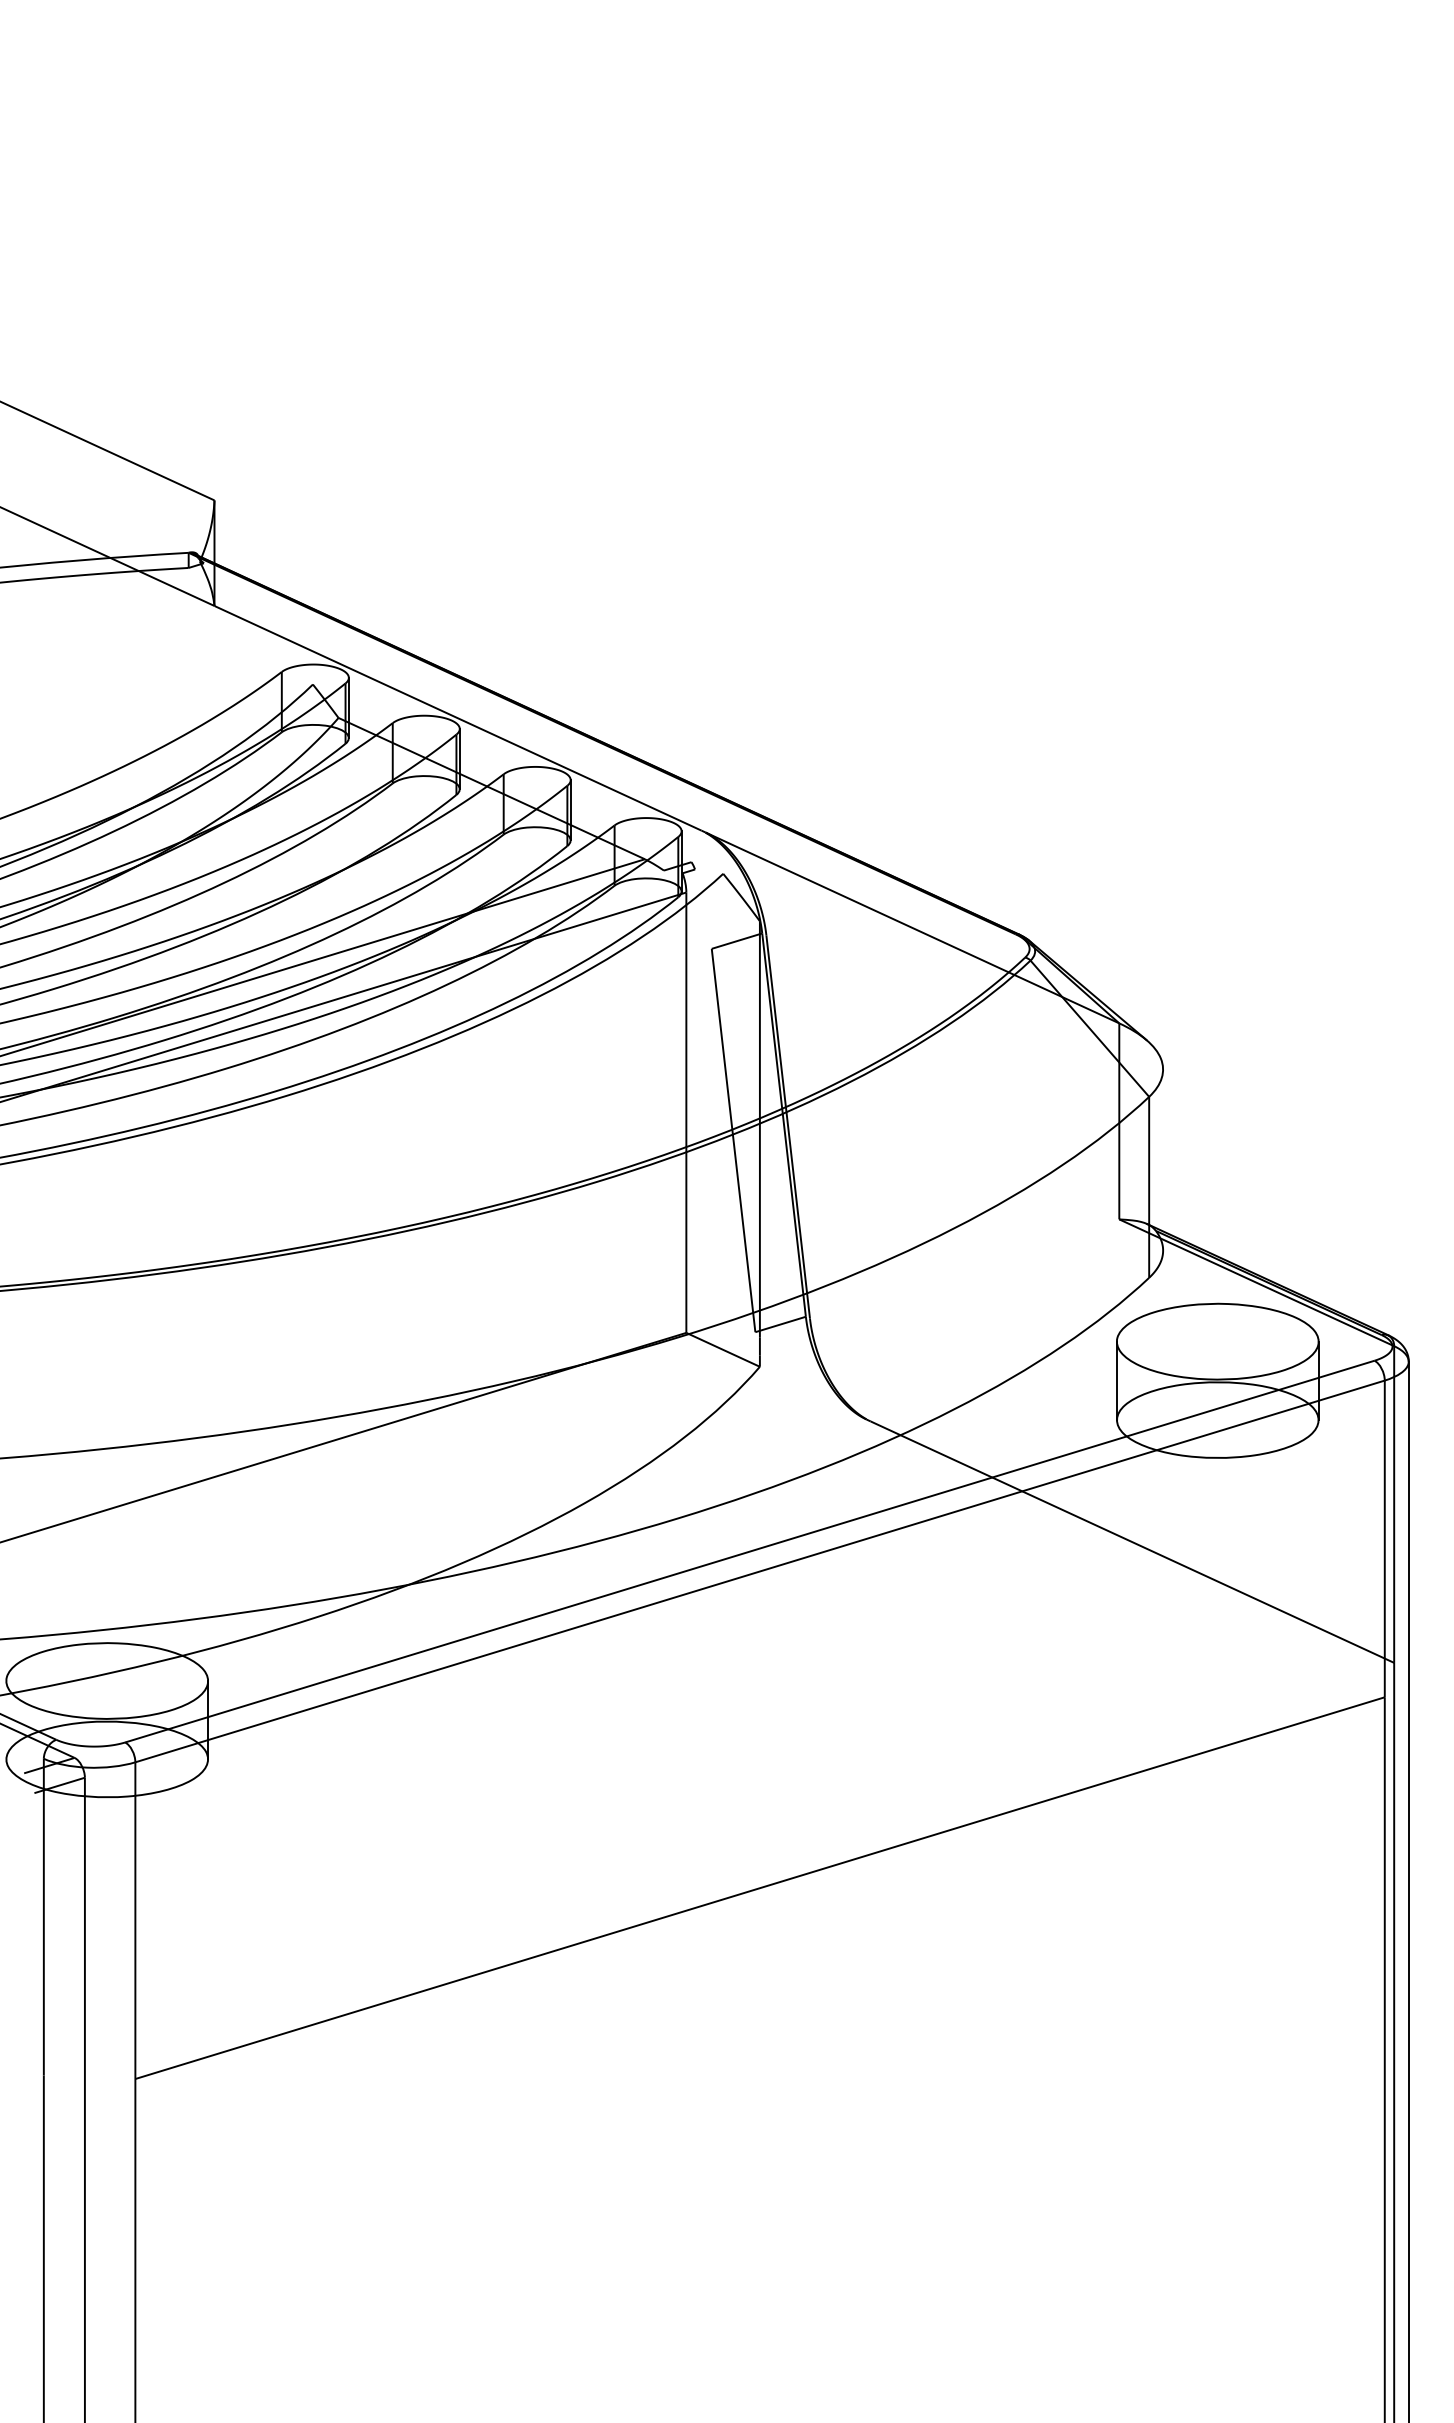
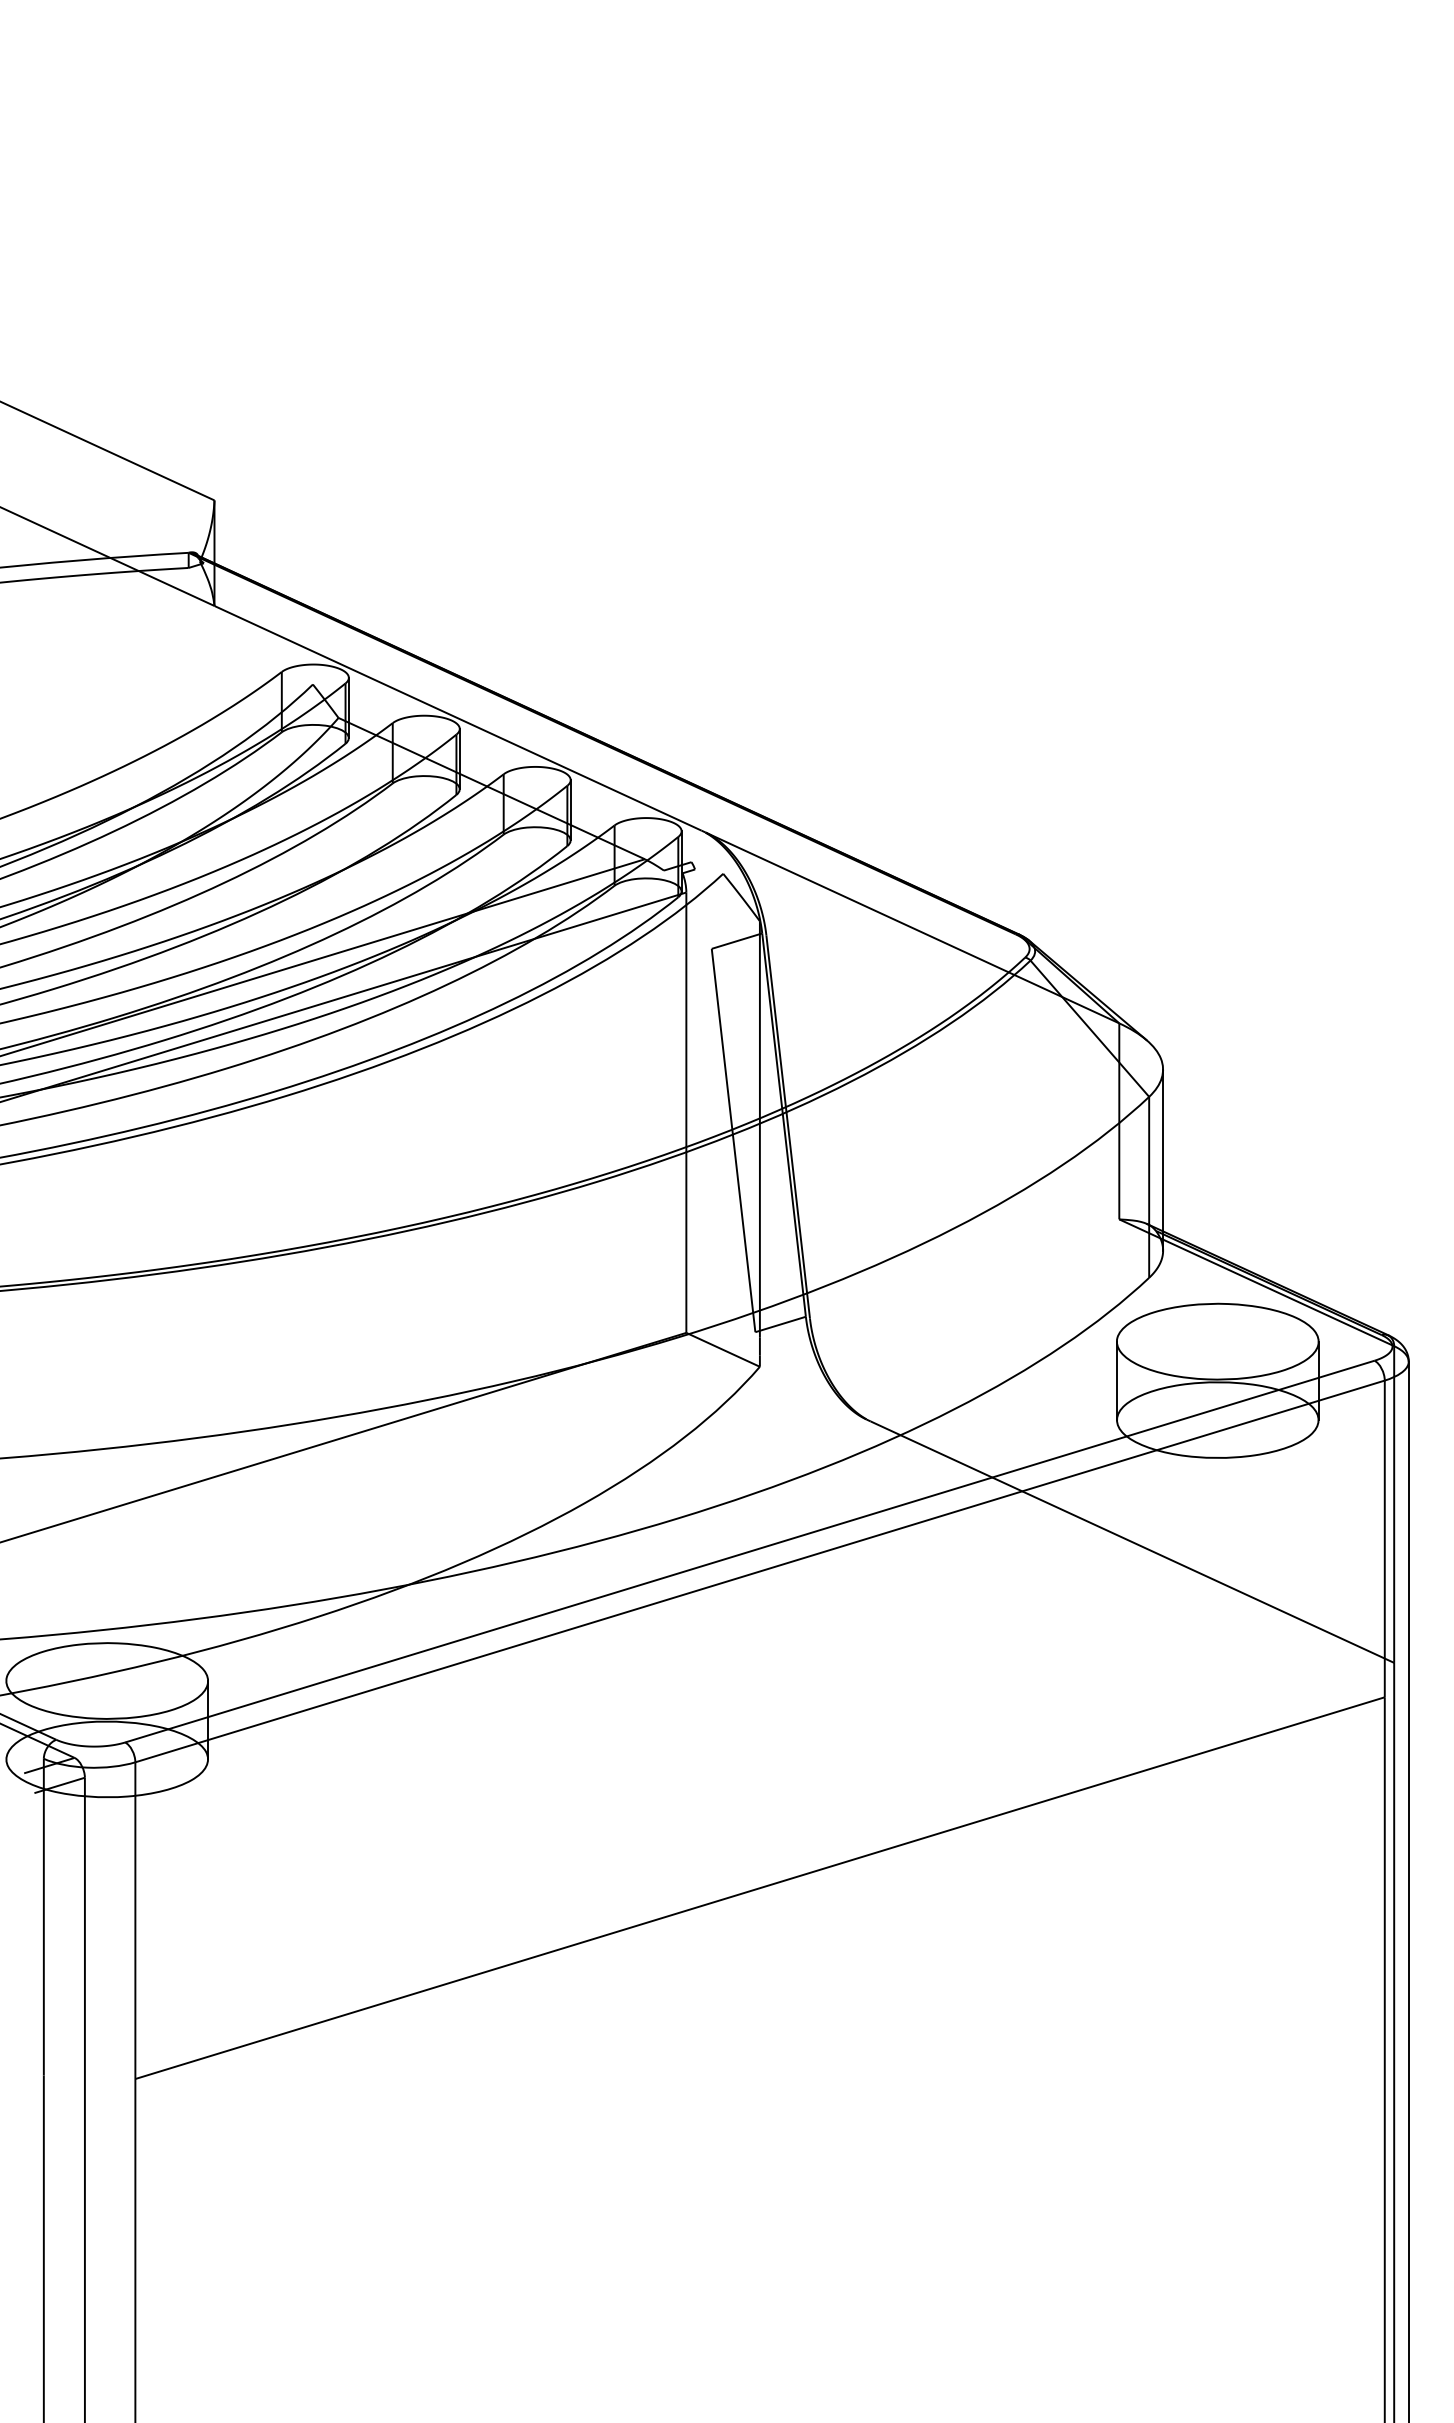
line at (1163, 1159): none -> present
